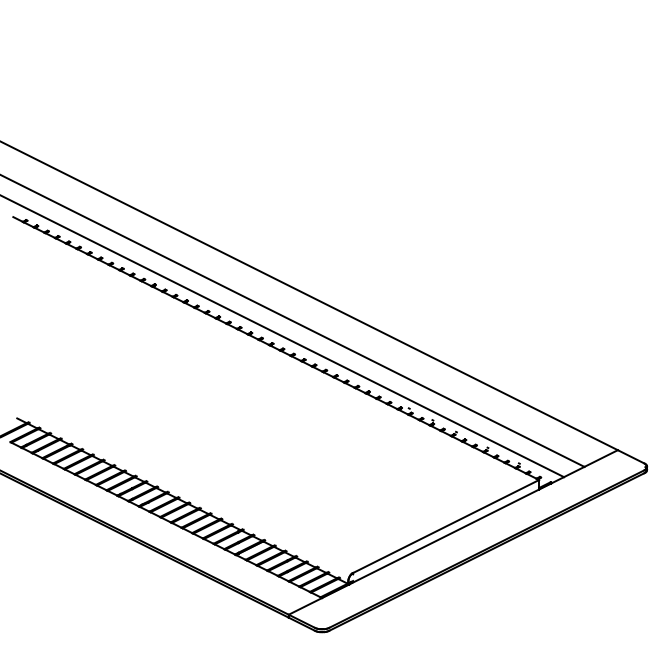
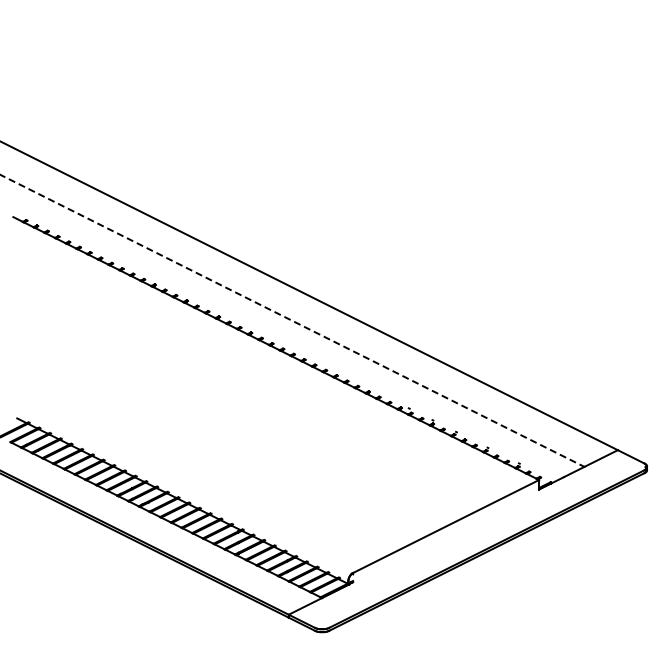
line at (293, 321): solid -> dashed
line at (283, 336): present -> none
line at (444, 536): present -> none
